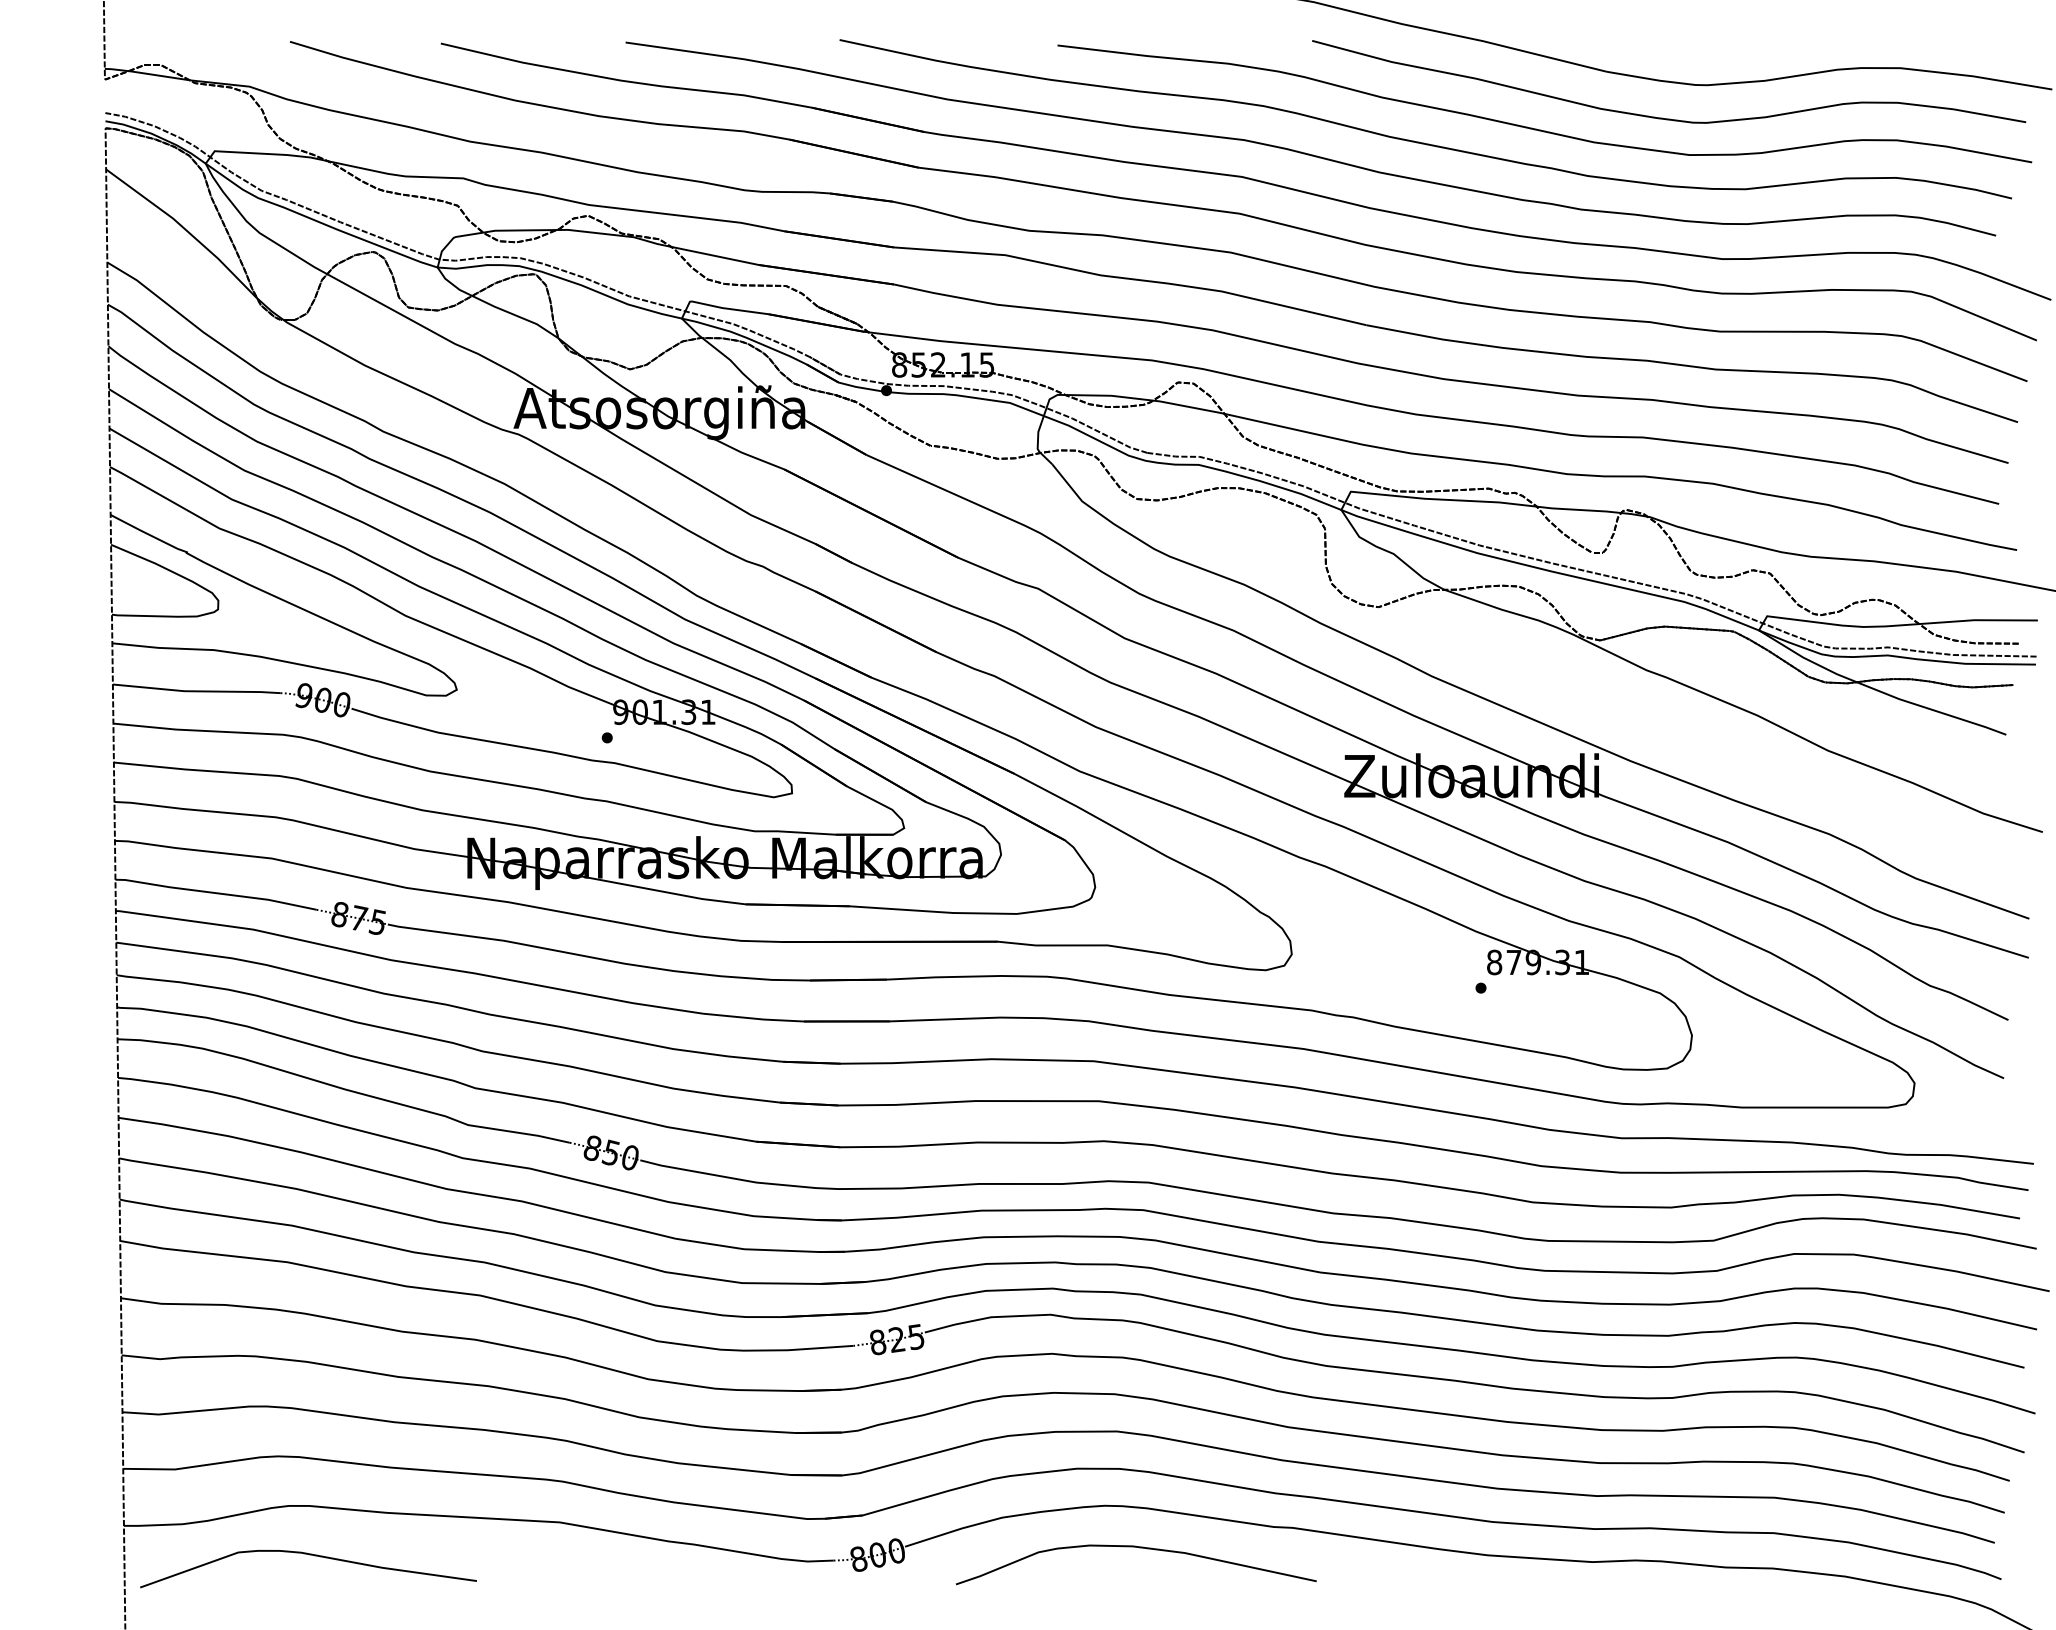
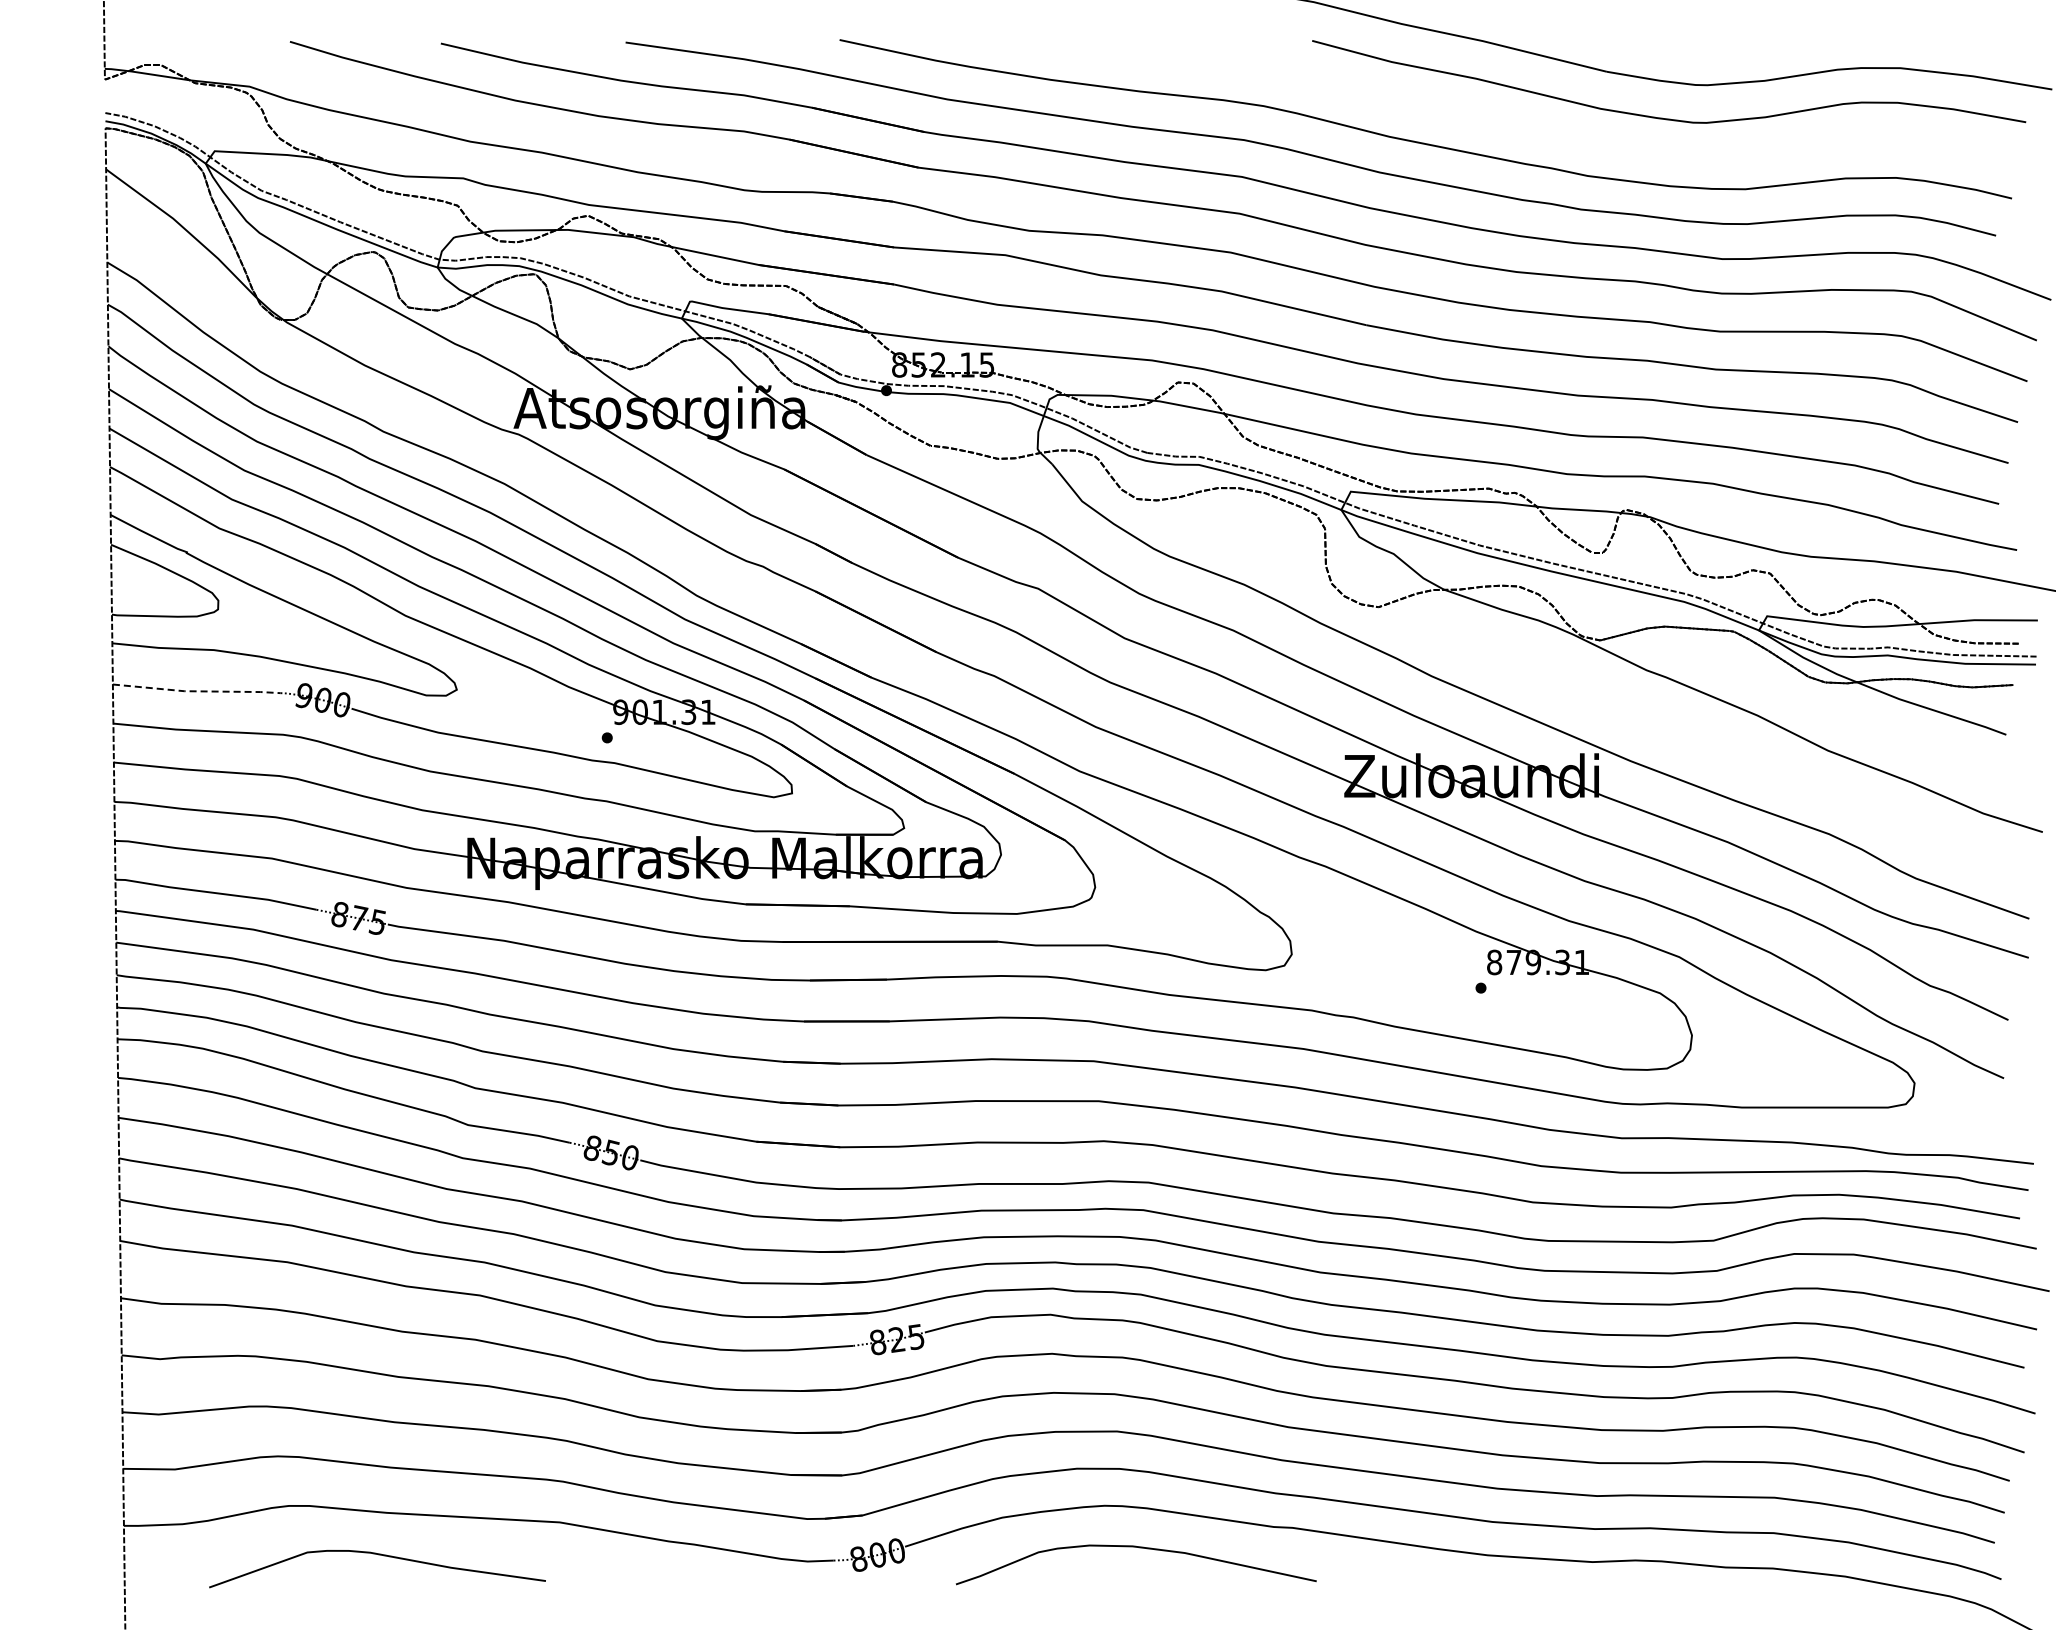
curve at (1541, 129): present -> none
line at (197, 691): solid -> dashed
curve at (309, 1555) position: (309, 1555) -> (378, 1555)
